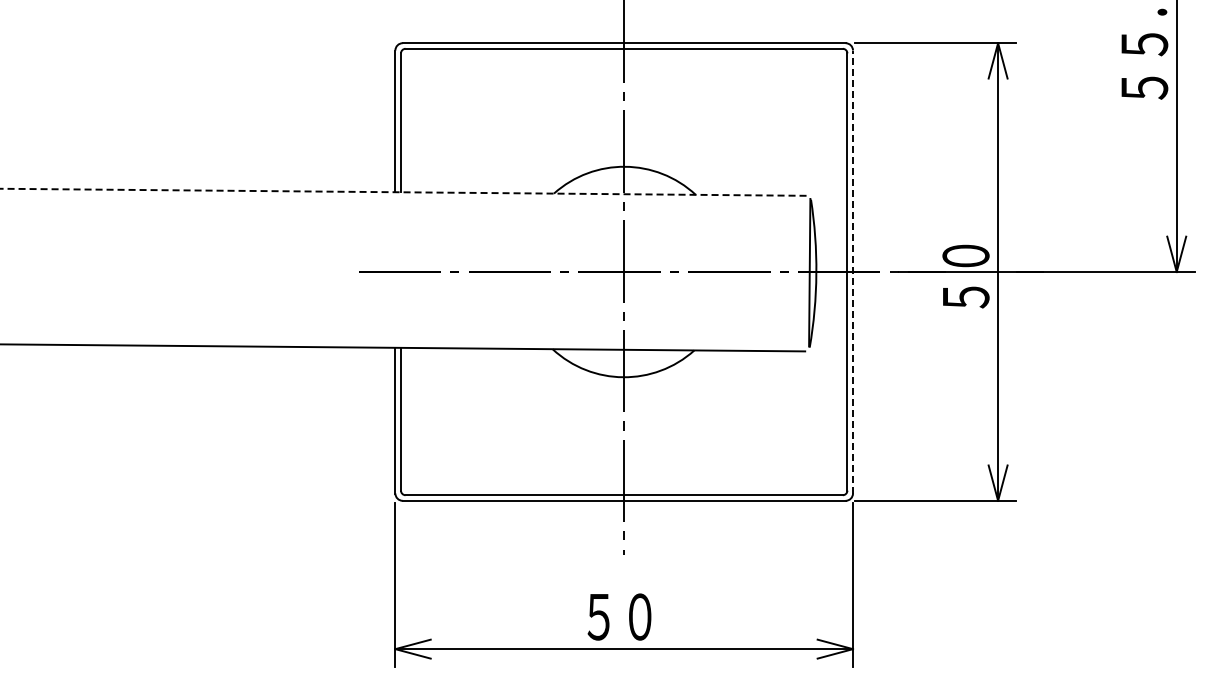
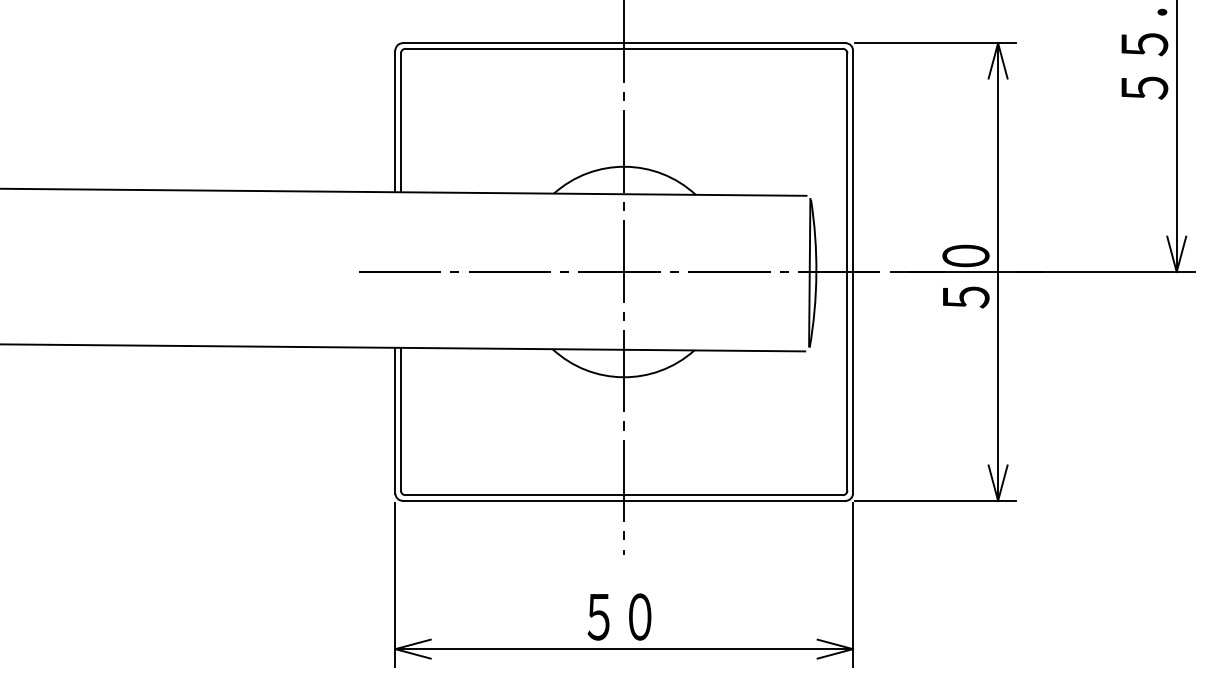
line at (403, 192): dashed -> solid
line at (853, 271): dashed -> solid
